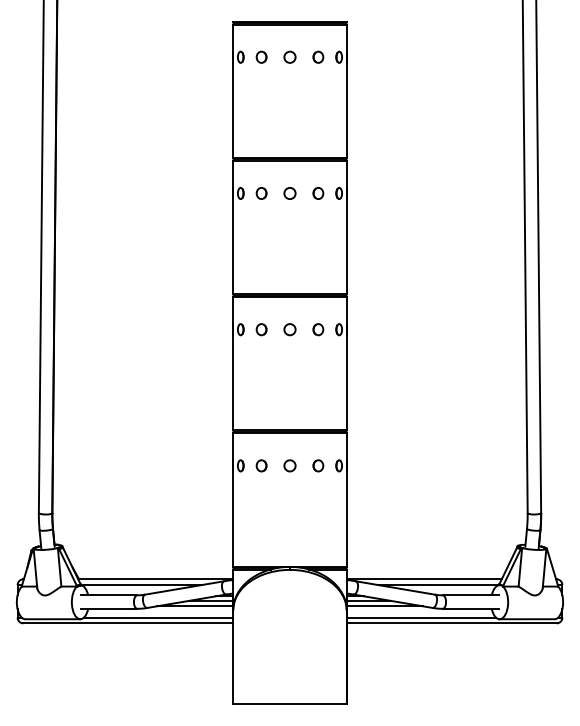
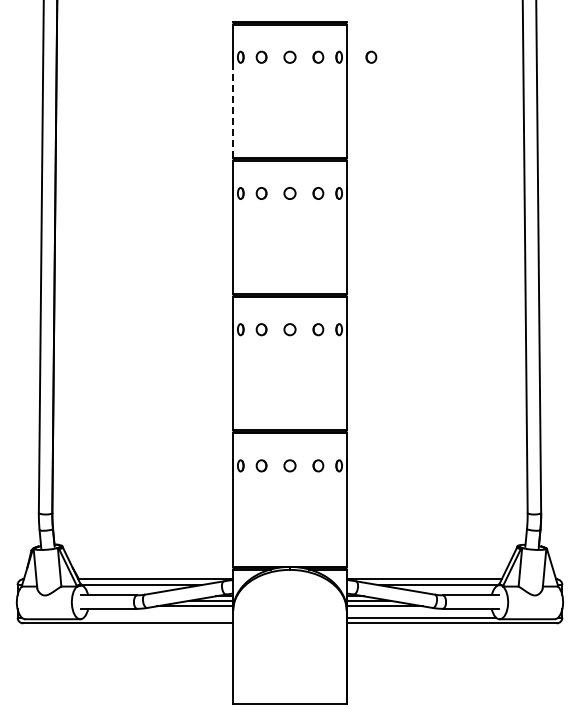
part at (371, 56): none -> present
line at (233, 110): solid -> dashed
line at (158, 617): present -> none
